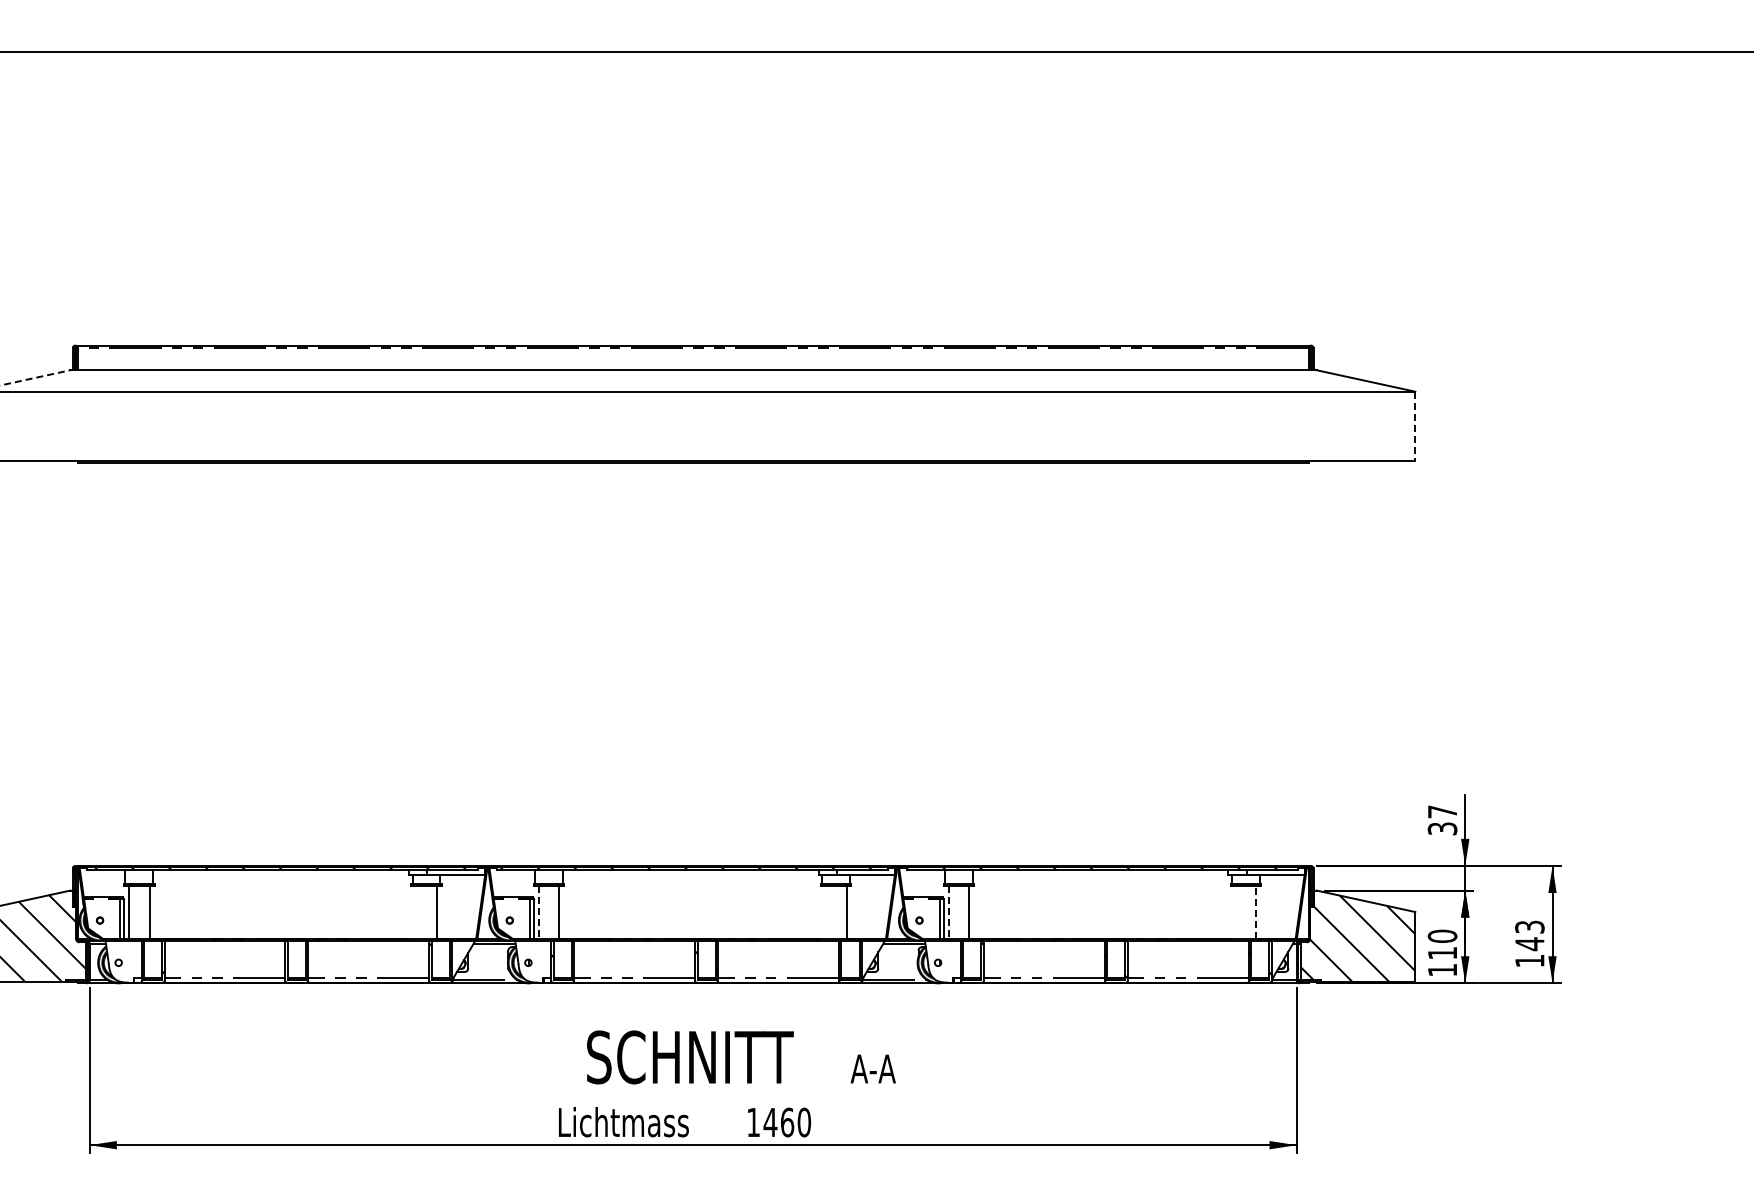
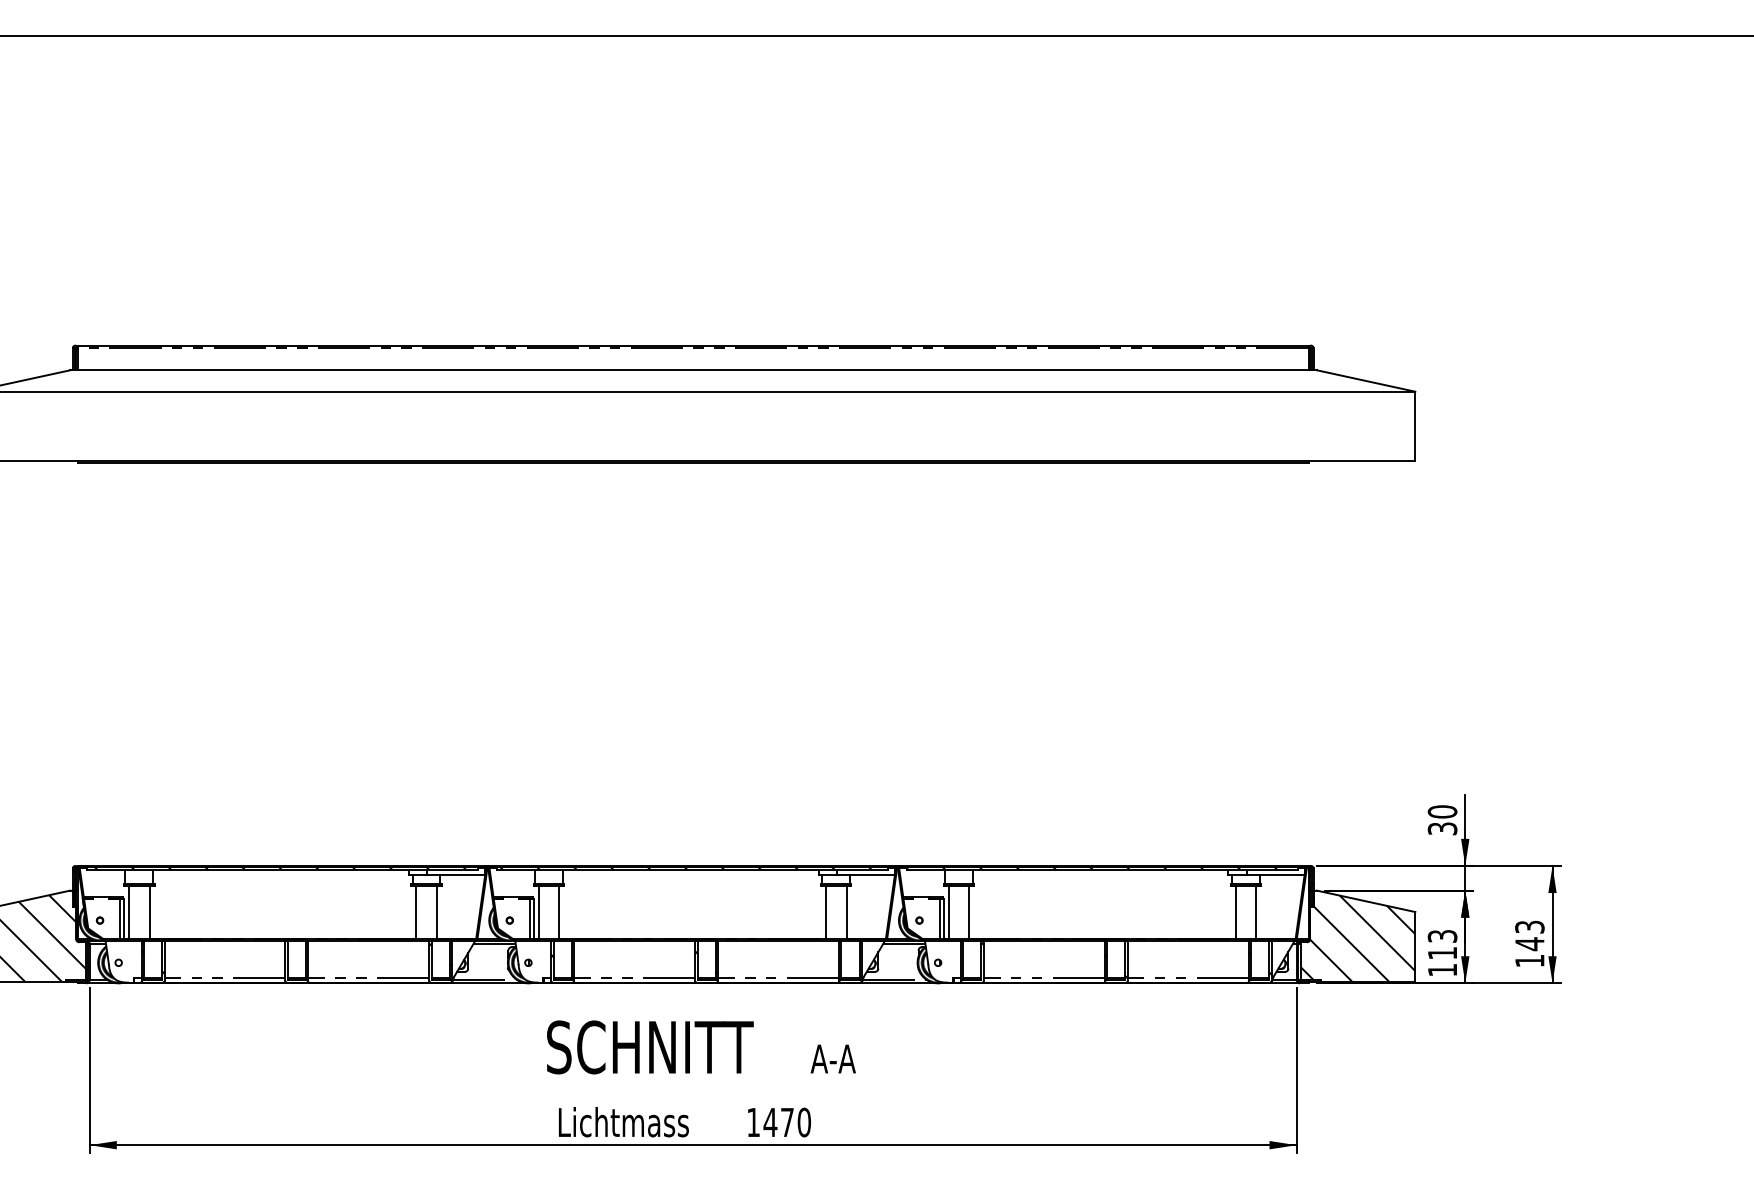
line at (876, 51) position: (876, 51) -> (876, 35)
line at (35, 377): dashed -> solid
line at (1415, 426): dashed -> solid
text at (1442, 811): 37 -> 30
line at (416, 912): none -> present
line at (825, 912): none -> present
line at (1235, 912): none -> present
line at (1256, 912): dashed -> solid
line at (538, 913): dashed -> solid
line at (948, 913): dashed -> solid
text at (1442, 935): 110 -> 113
text at (741, 1057) position: (741, 1057) -> (701, 1047)
text at (787, 1122): 1460 -> 1470
